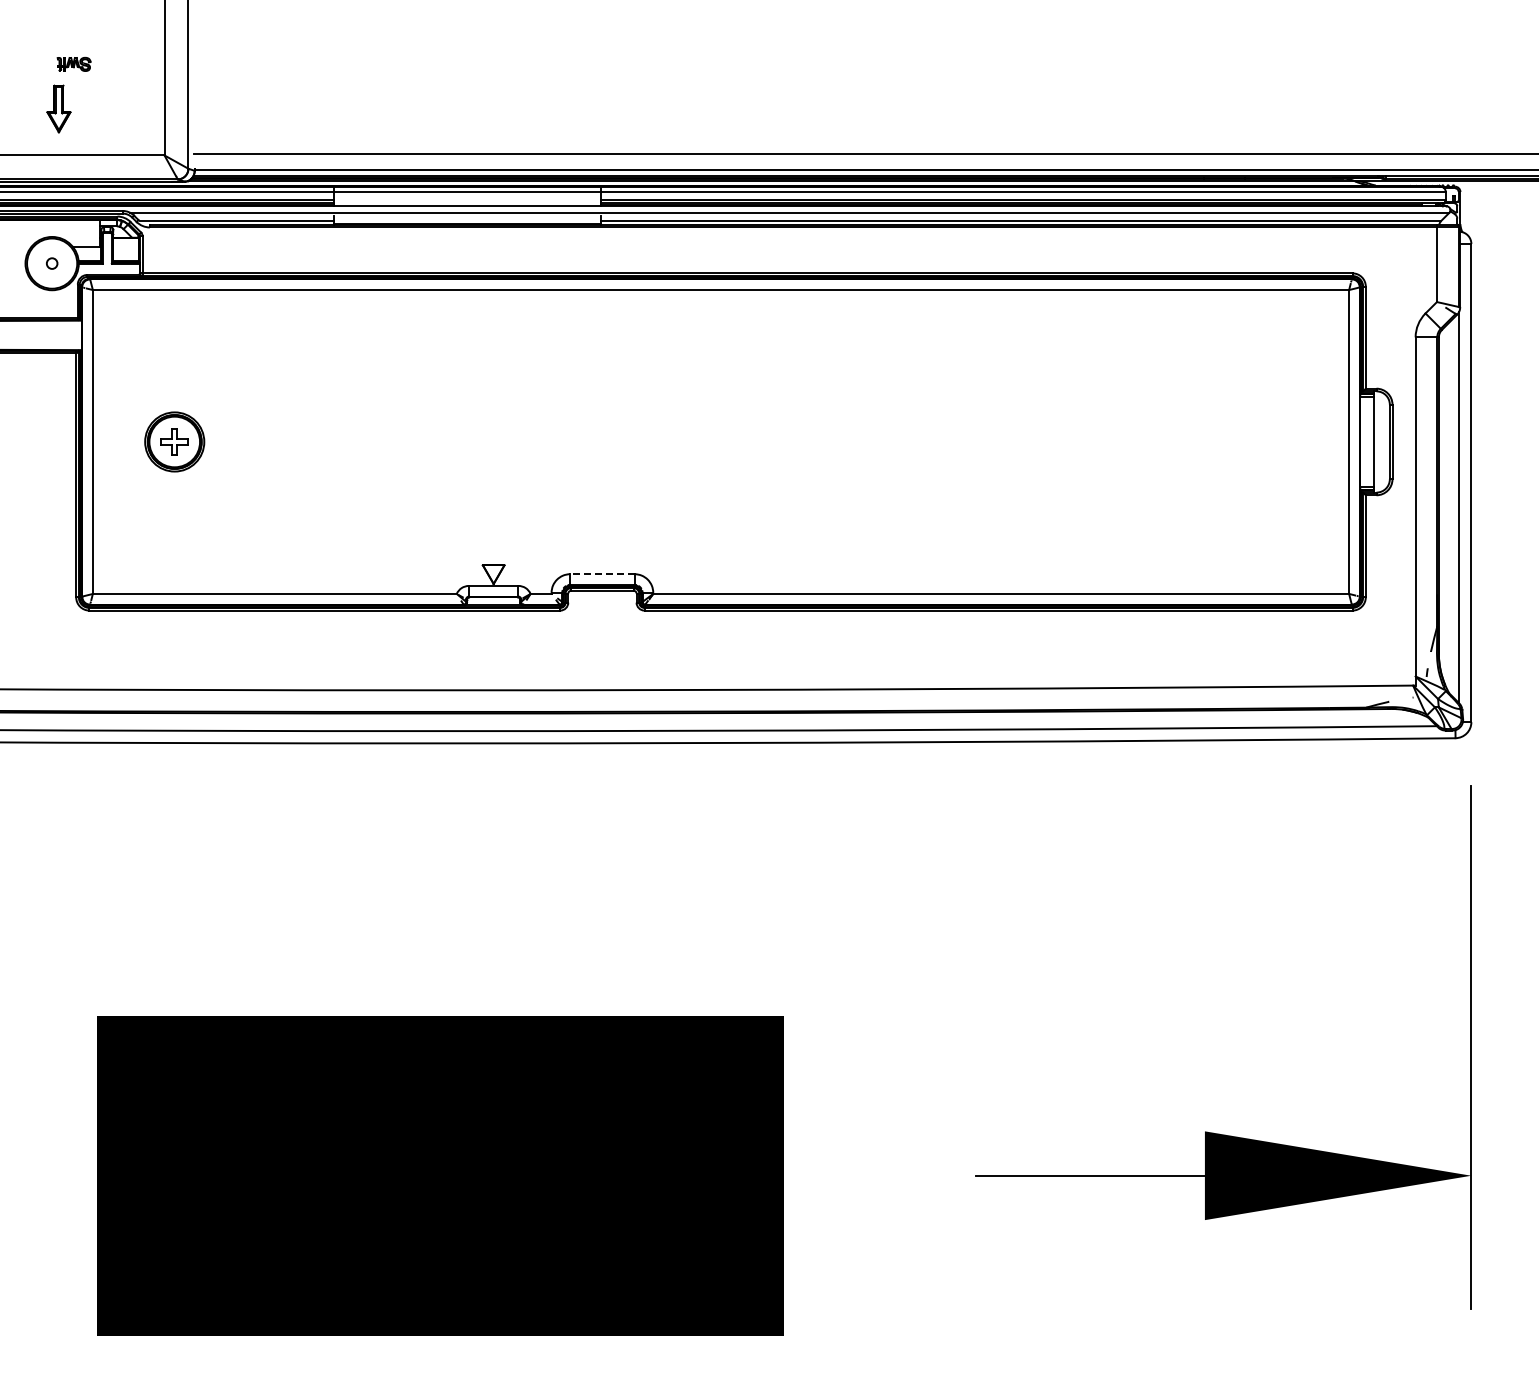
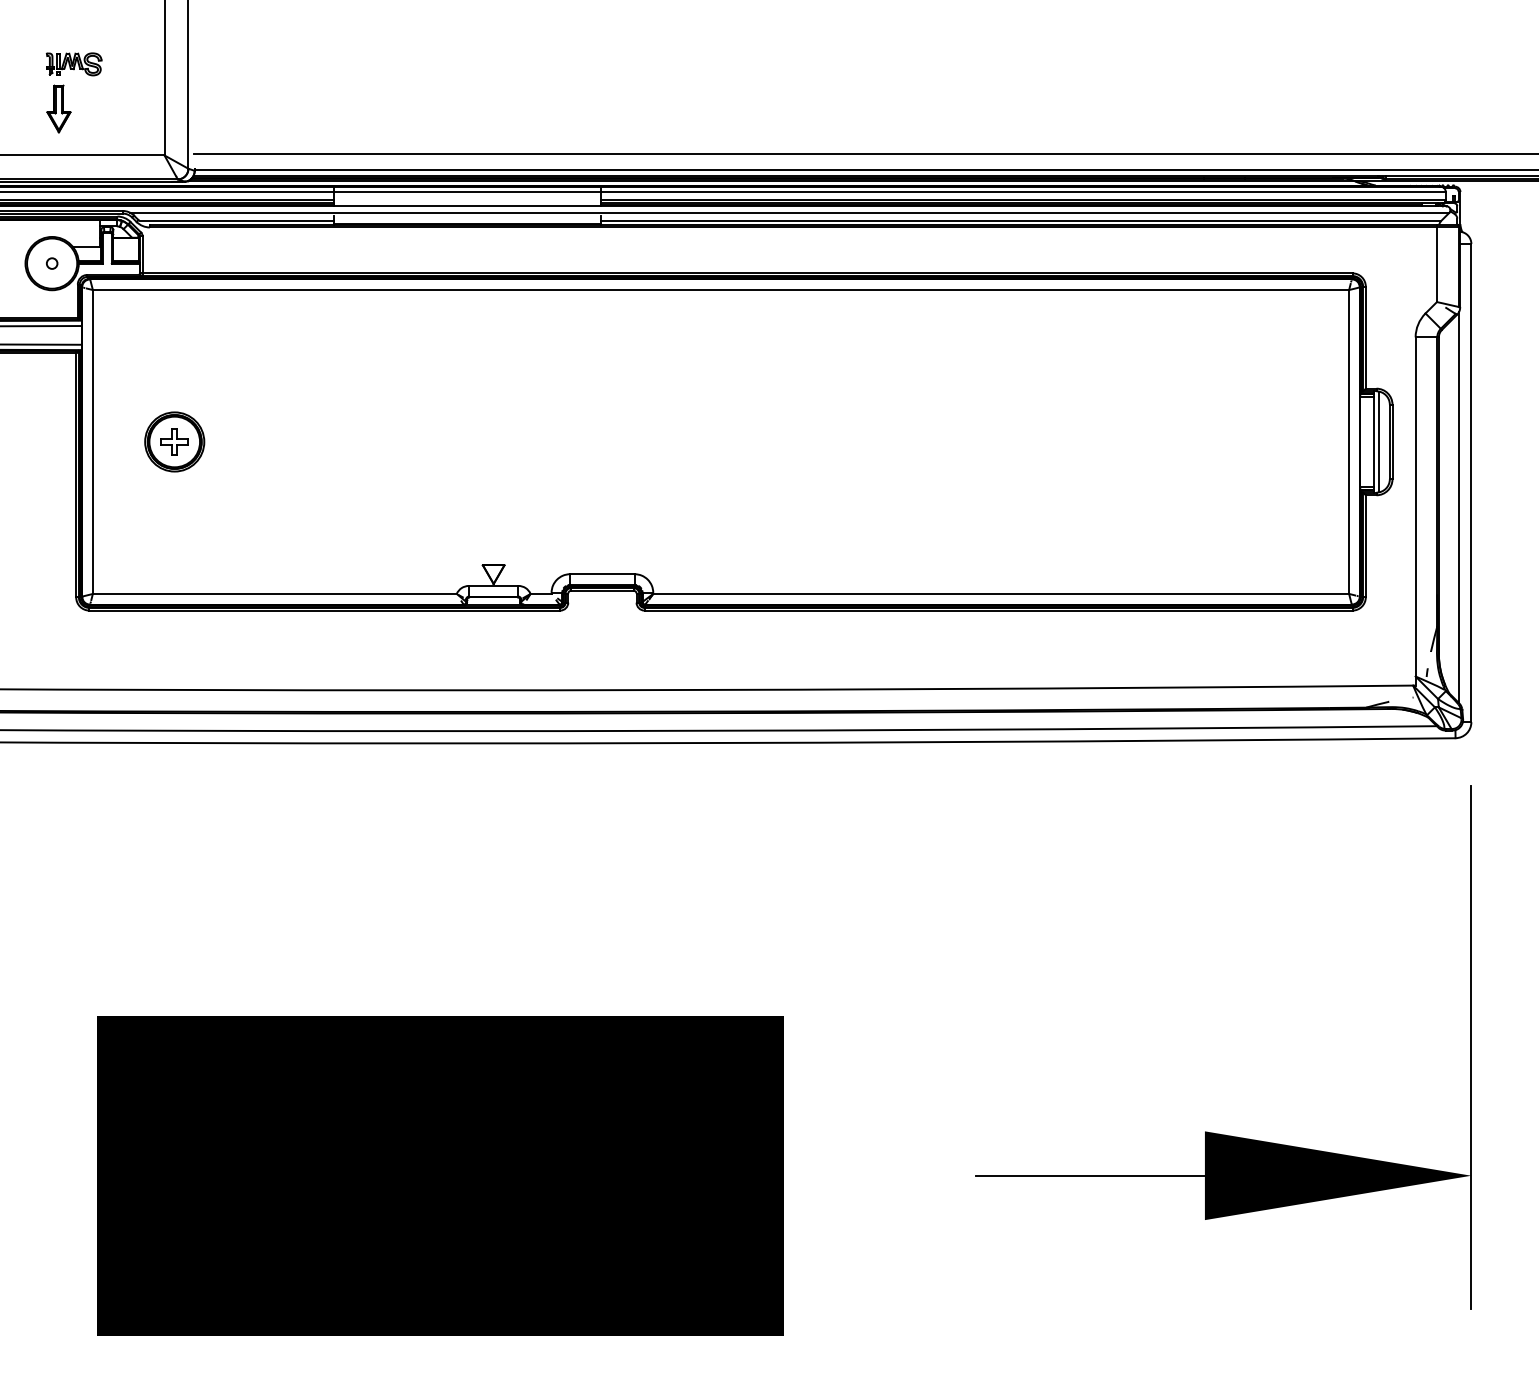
part at (73, 63) size: 36x16 px -> 58x25 px
line at (41, 326): none -> present
line at (41, 344): none -> present
line at (1379, 441): none -> present
line at (601, 574): dashed -> solid
